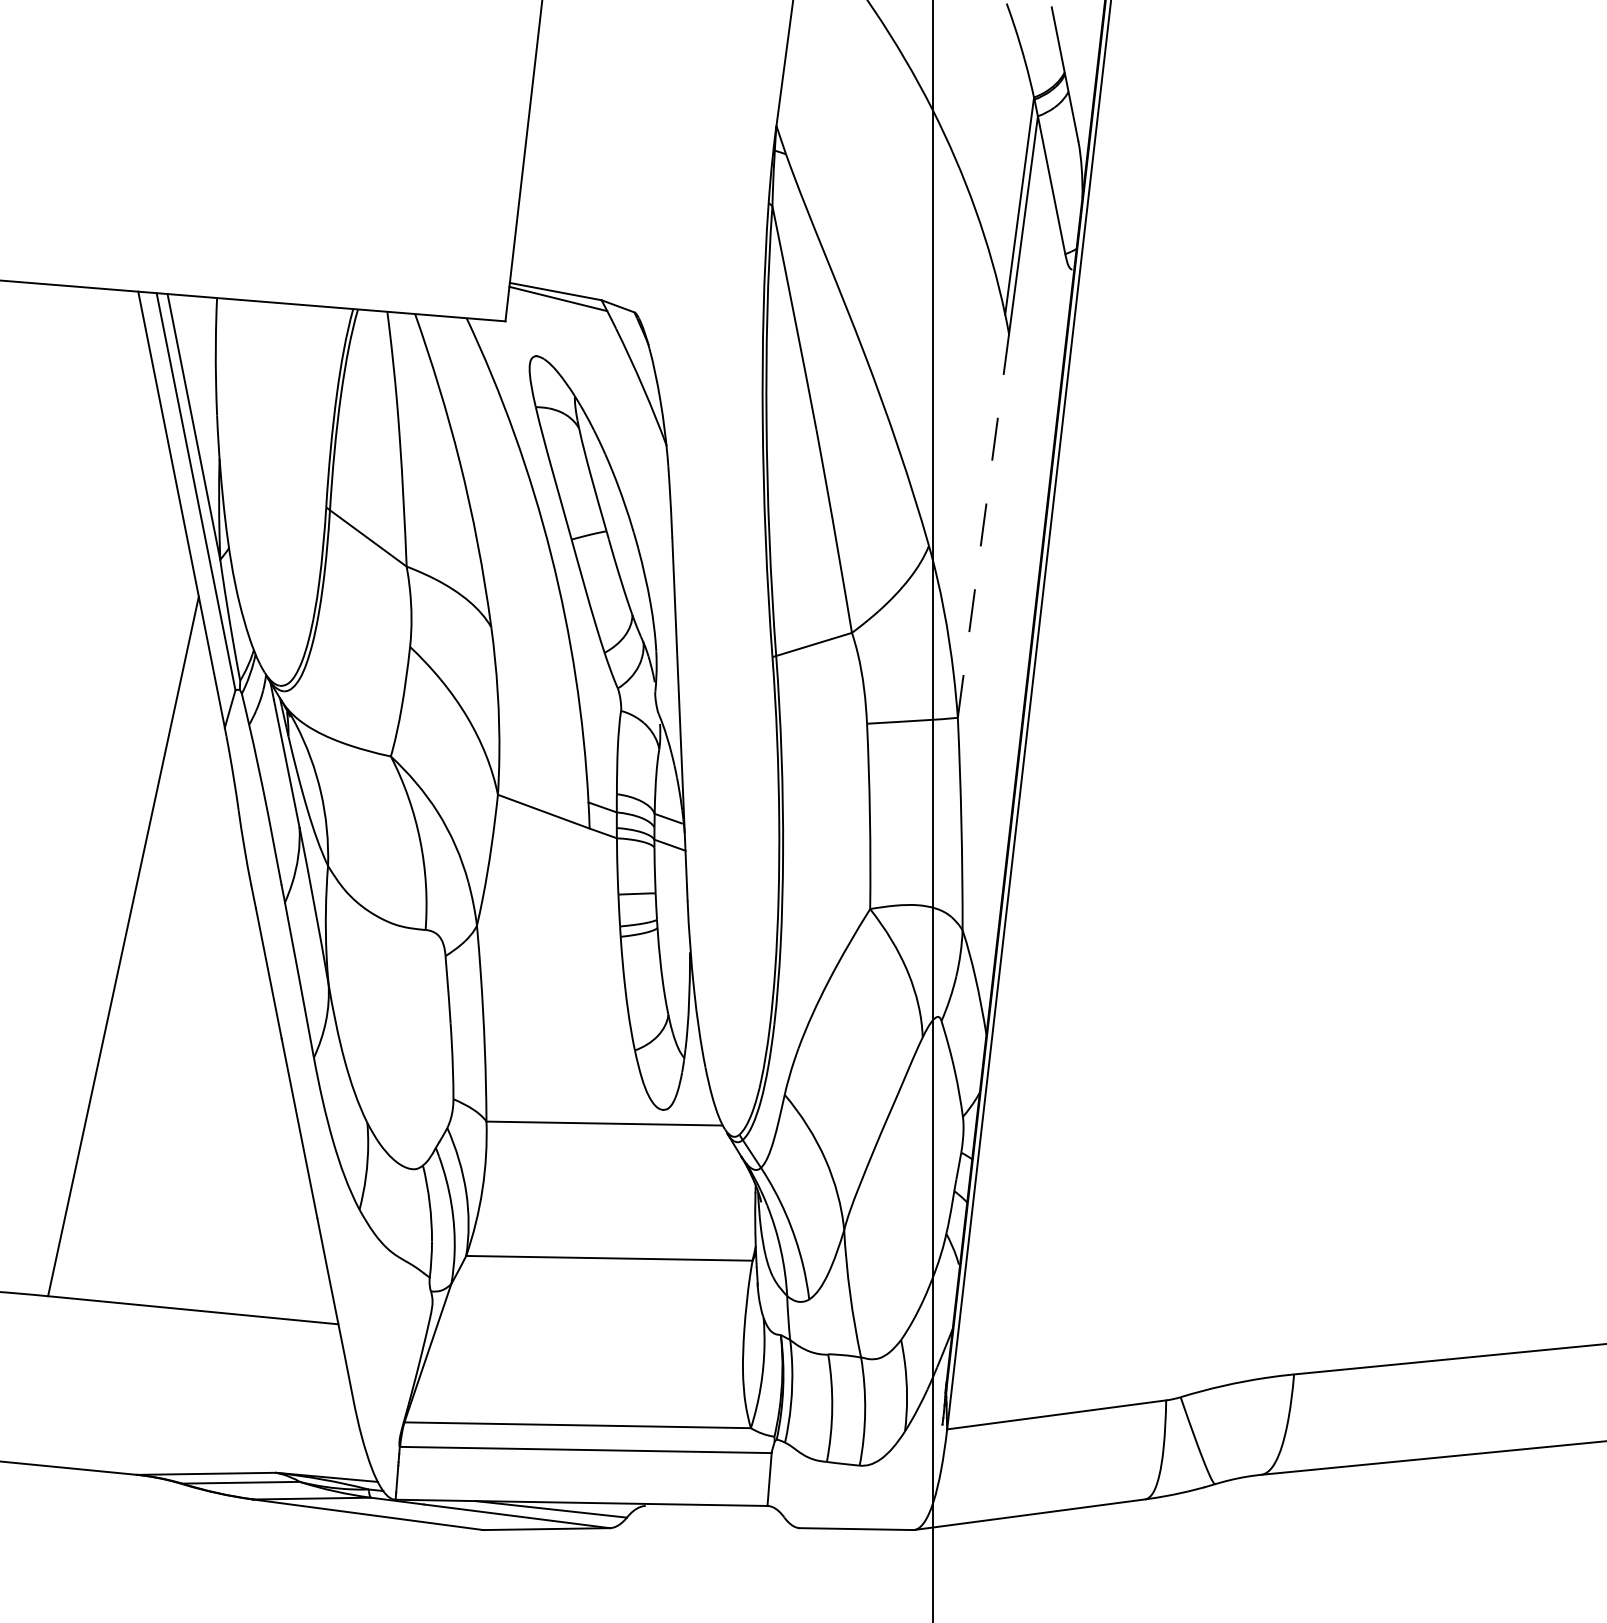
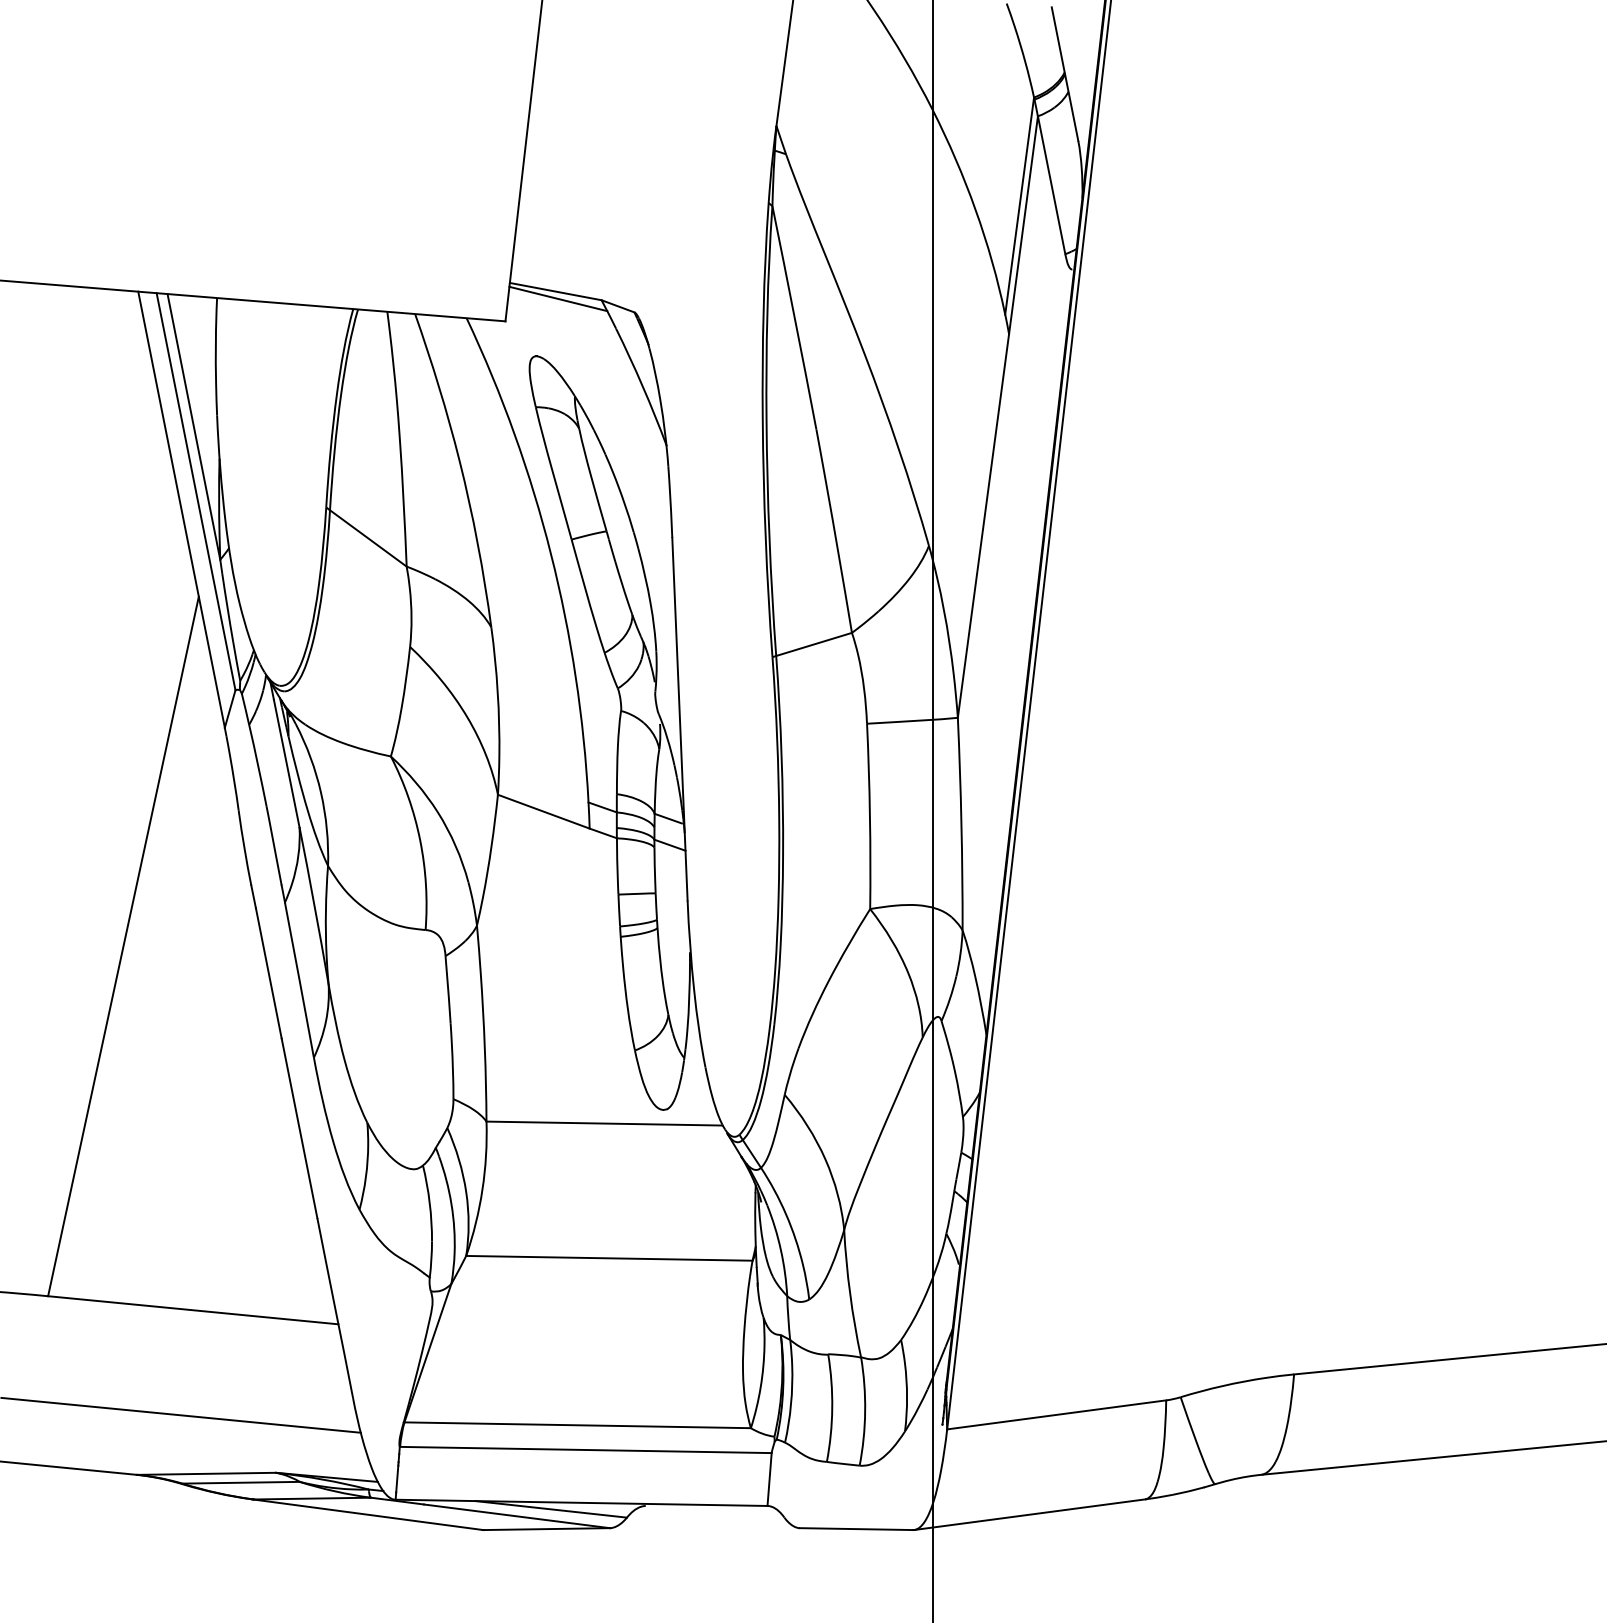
line at (983, 526): dashed -> solid
line at (181, 1415): none -> present
